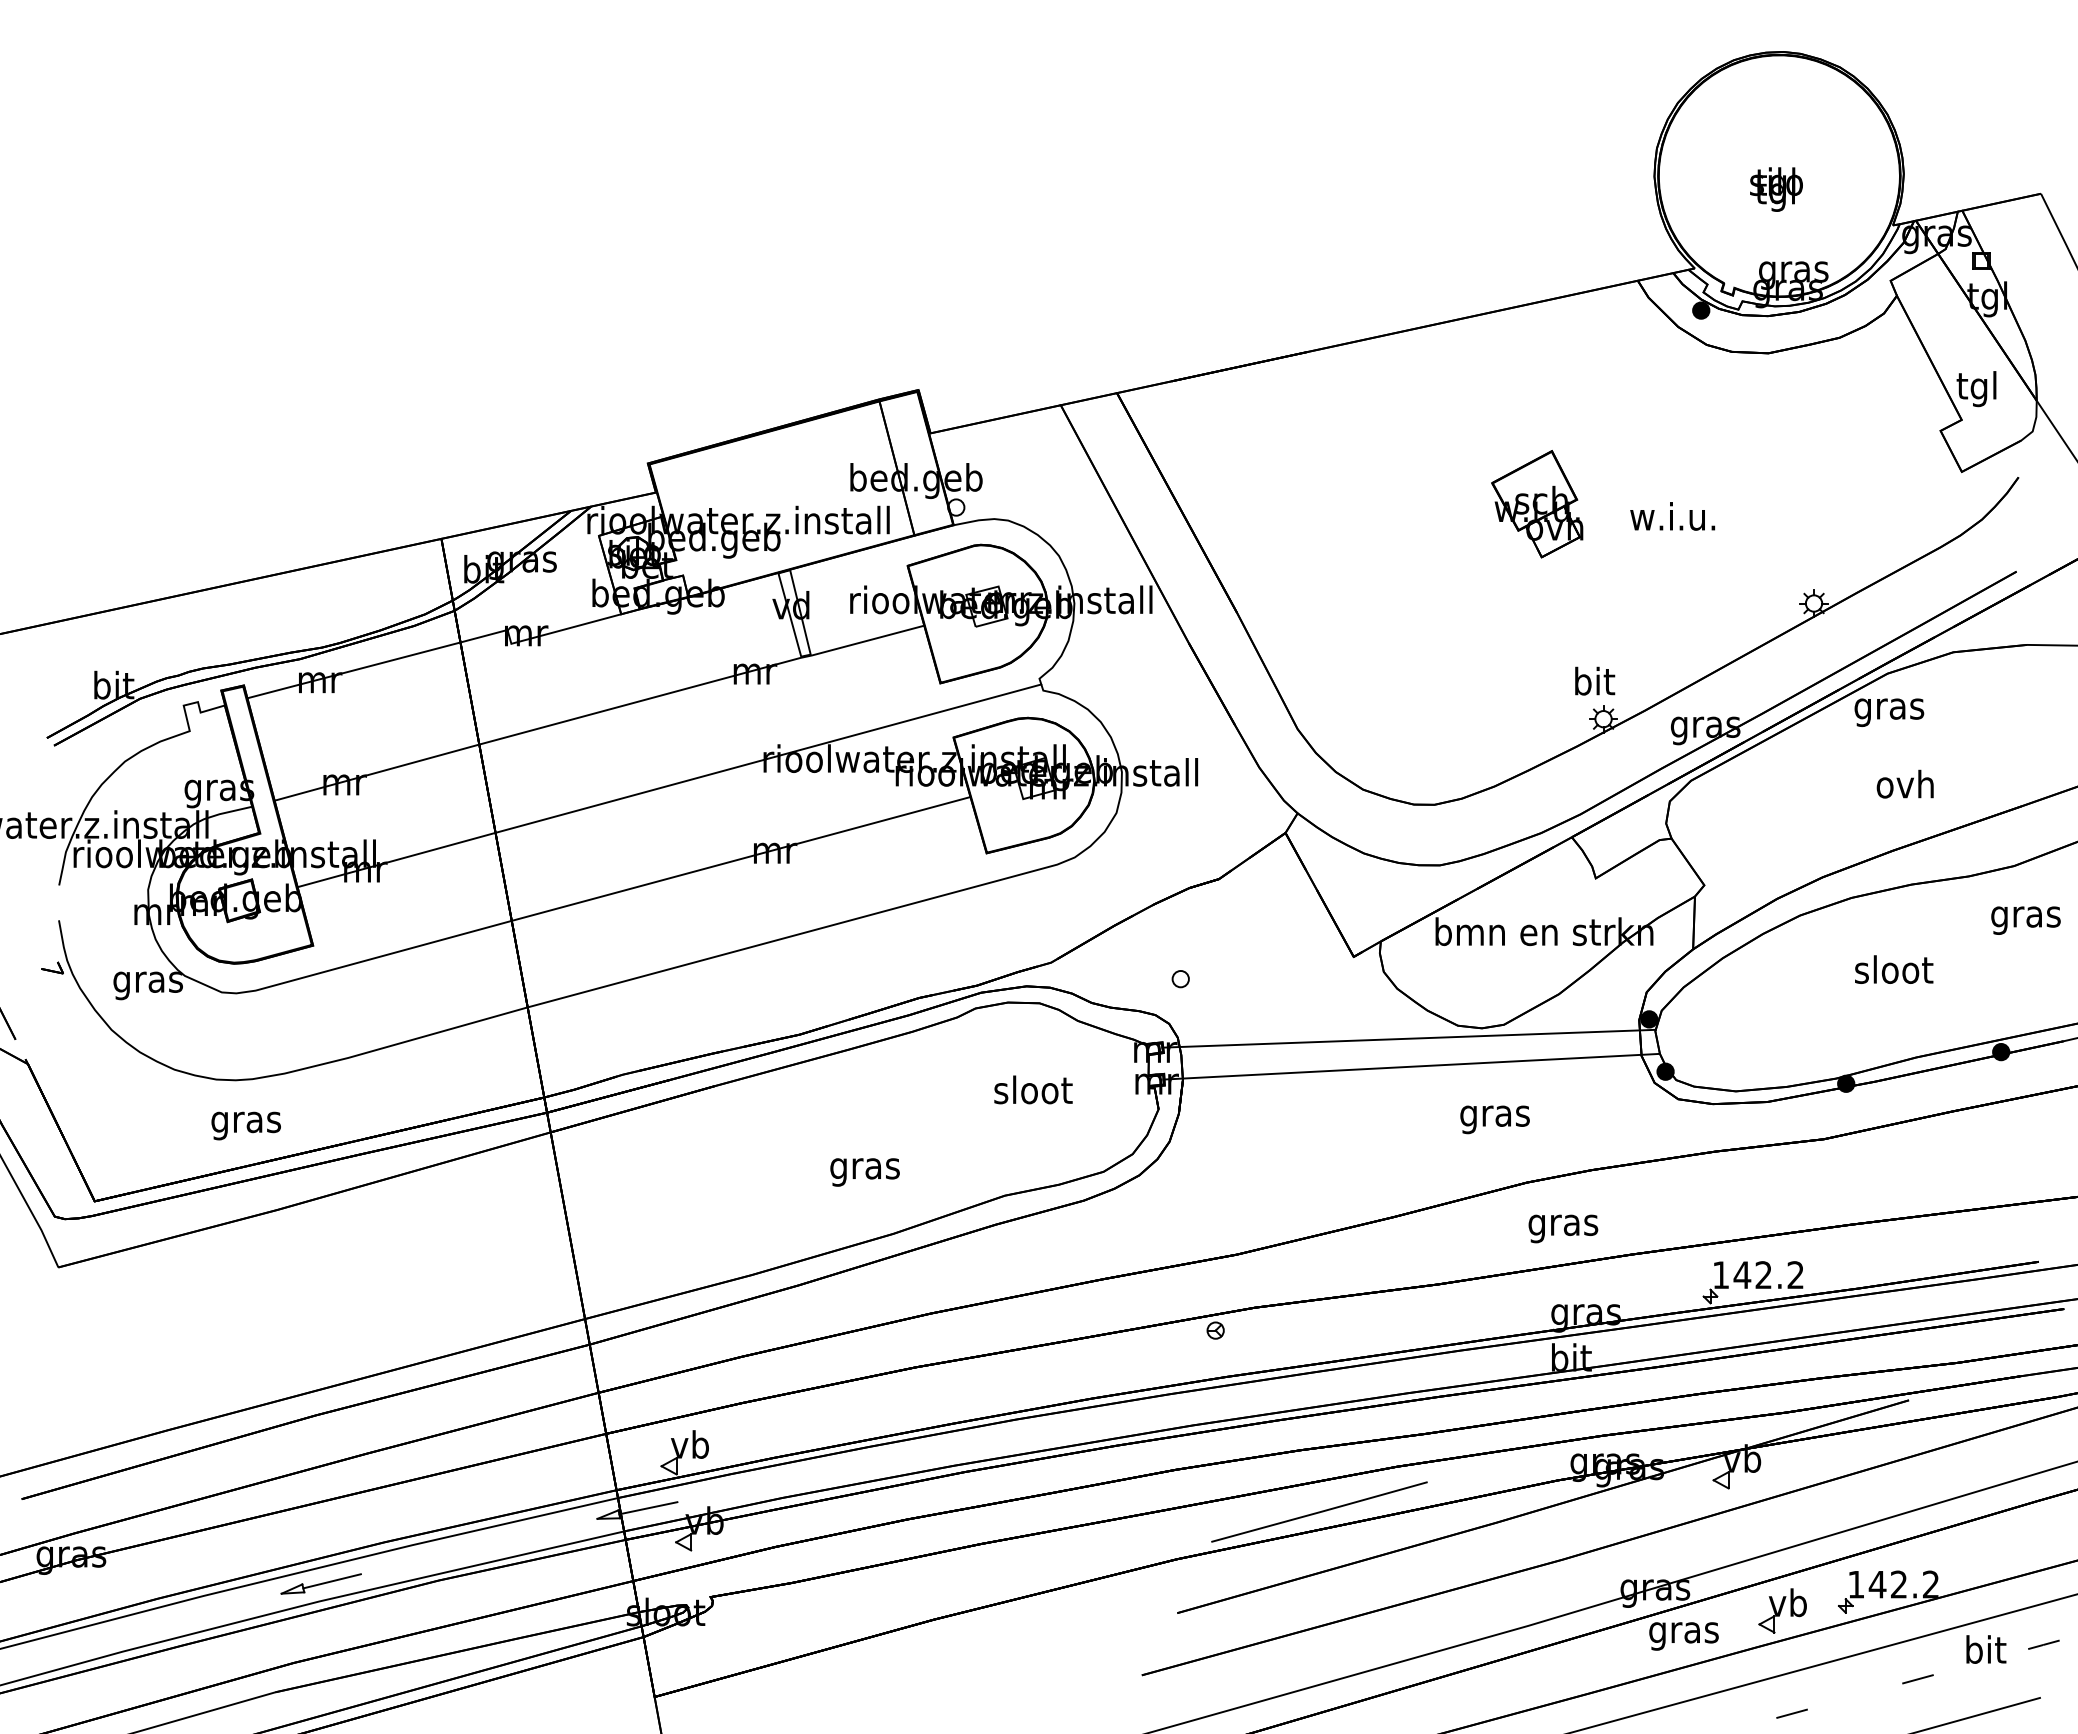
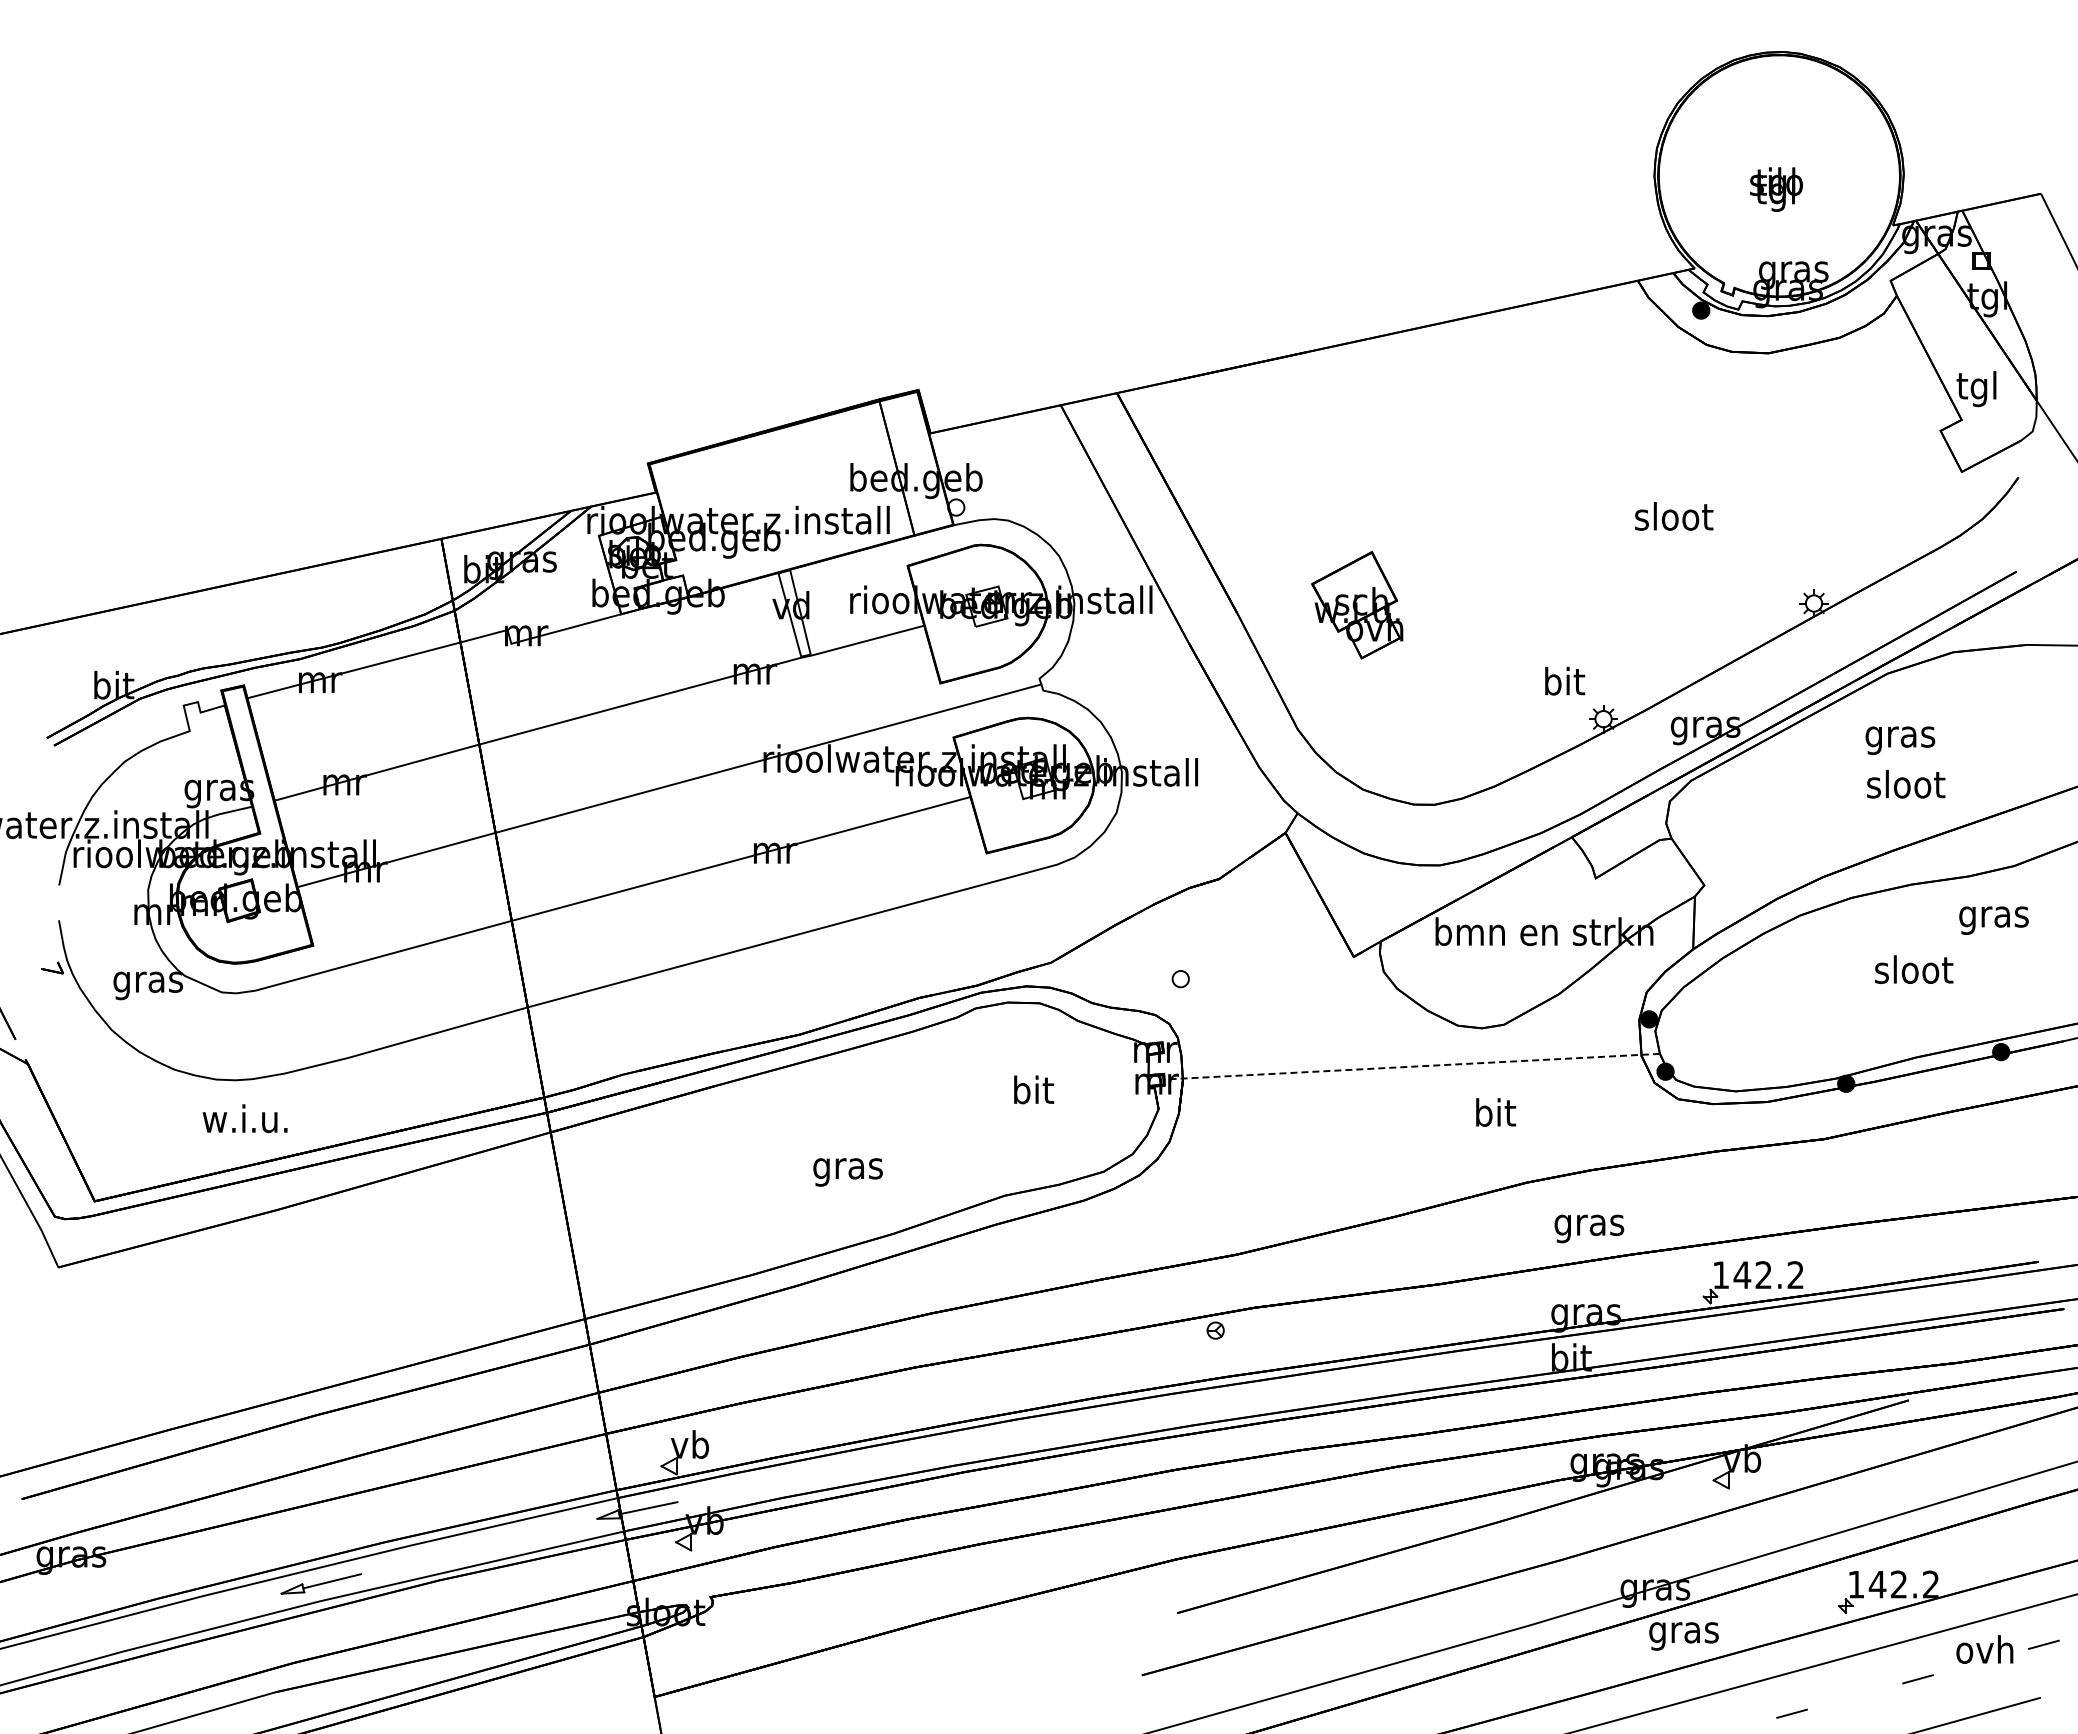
part at (1537, 504) position: (1537, 504) -> (1357, 605)
text at (1672, 516): w.i.u. -> sloot
text at (1595, 680) position: (1595, 680) -> (1565, 680)
text at (1889, 712) position: (1889, 712) -> (1900, 740)
text at (1906, 783): ovh -> sloot
text at (2025, 920) position: (2025, 920) -> (1993, 920)
text at (1894, 969) position: (1894, 969) -> (1914, 969)
line at (1408, 1038): present -> none
line at (1411, 1066): solid -> dashed
text at (1033, 1089): sloot -> bit
text at (1494, 1116): gras -> bit
text at (244, 1122): gras -> w.i.u.
text at (864, 1172) position: (864, 1172) -> (847, 1172)
text at (1563, 1228) position: (1563, 1228) -> (1589, 1228)
line at (1319, 1511): present -> none
part at (1782, 1610): present -> none
text at (1984, 1649): bit -> ovh
